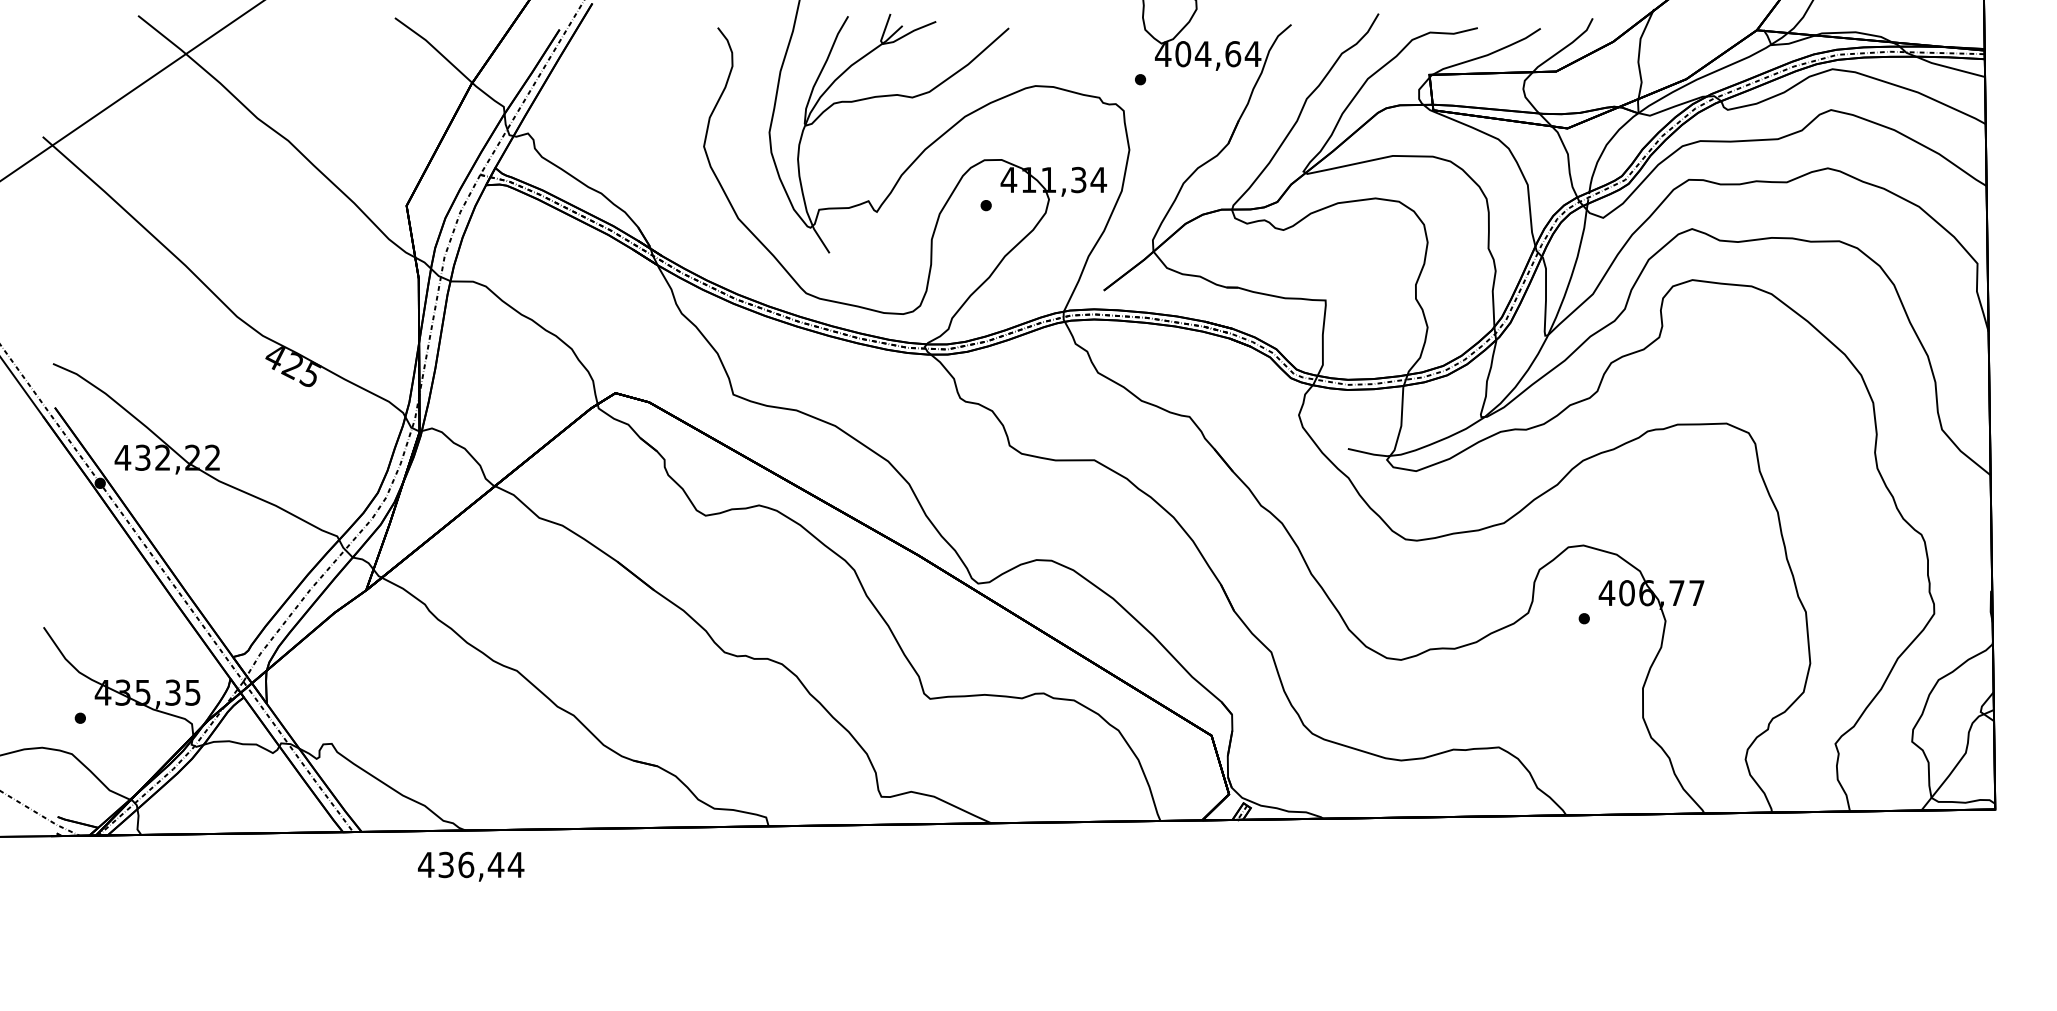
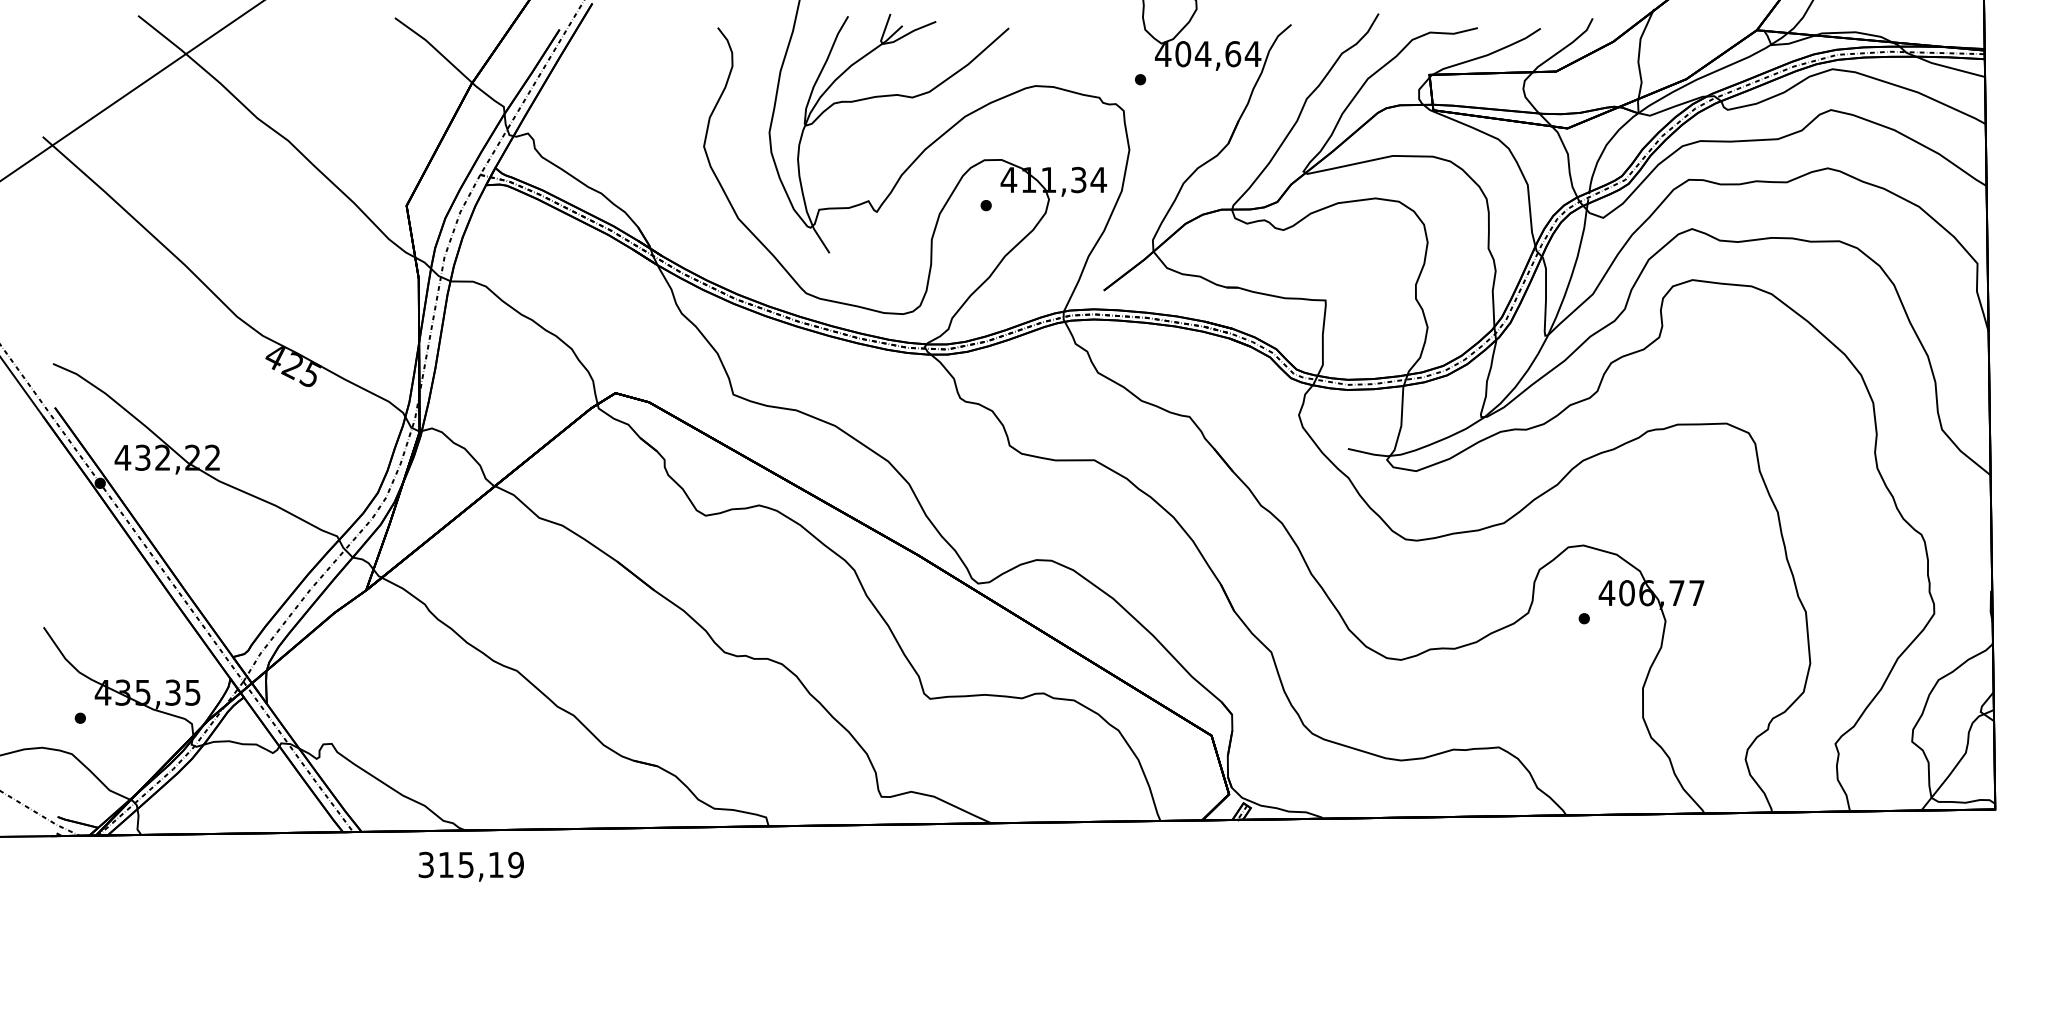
text at (470, 864): 436,44 -> 315,19
